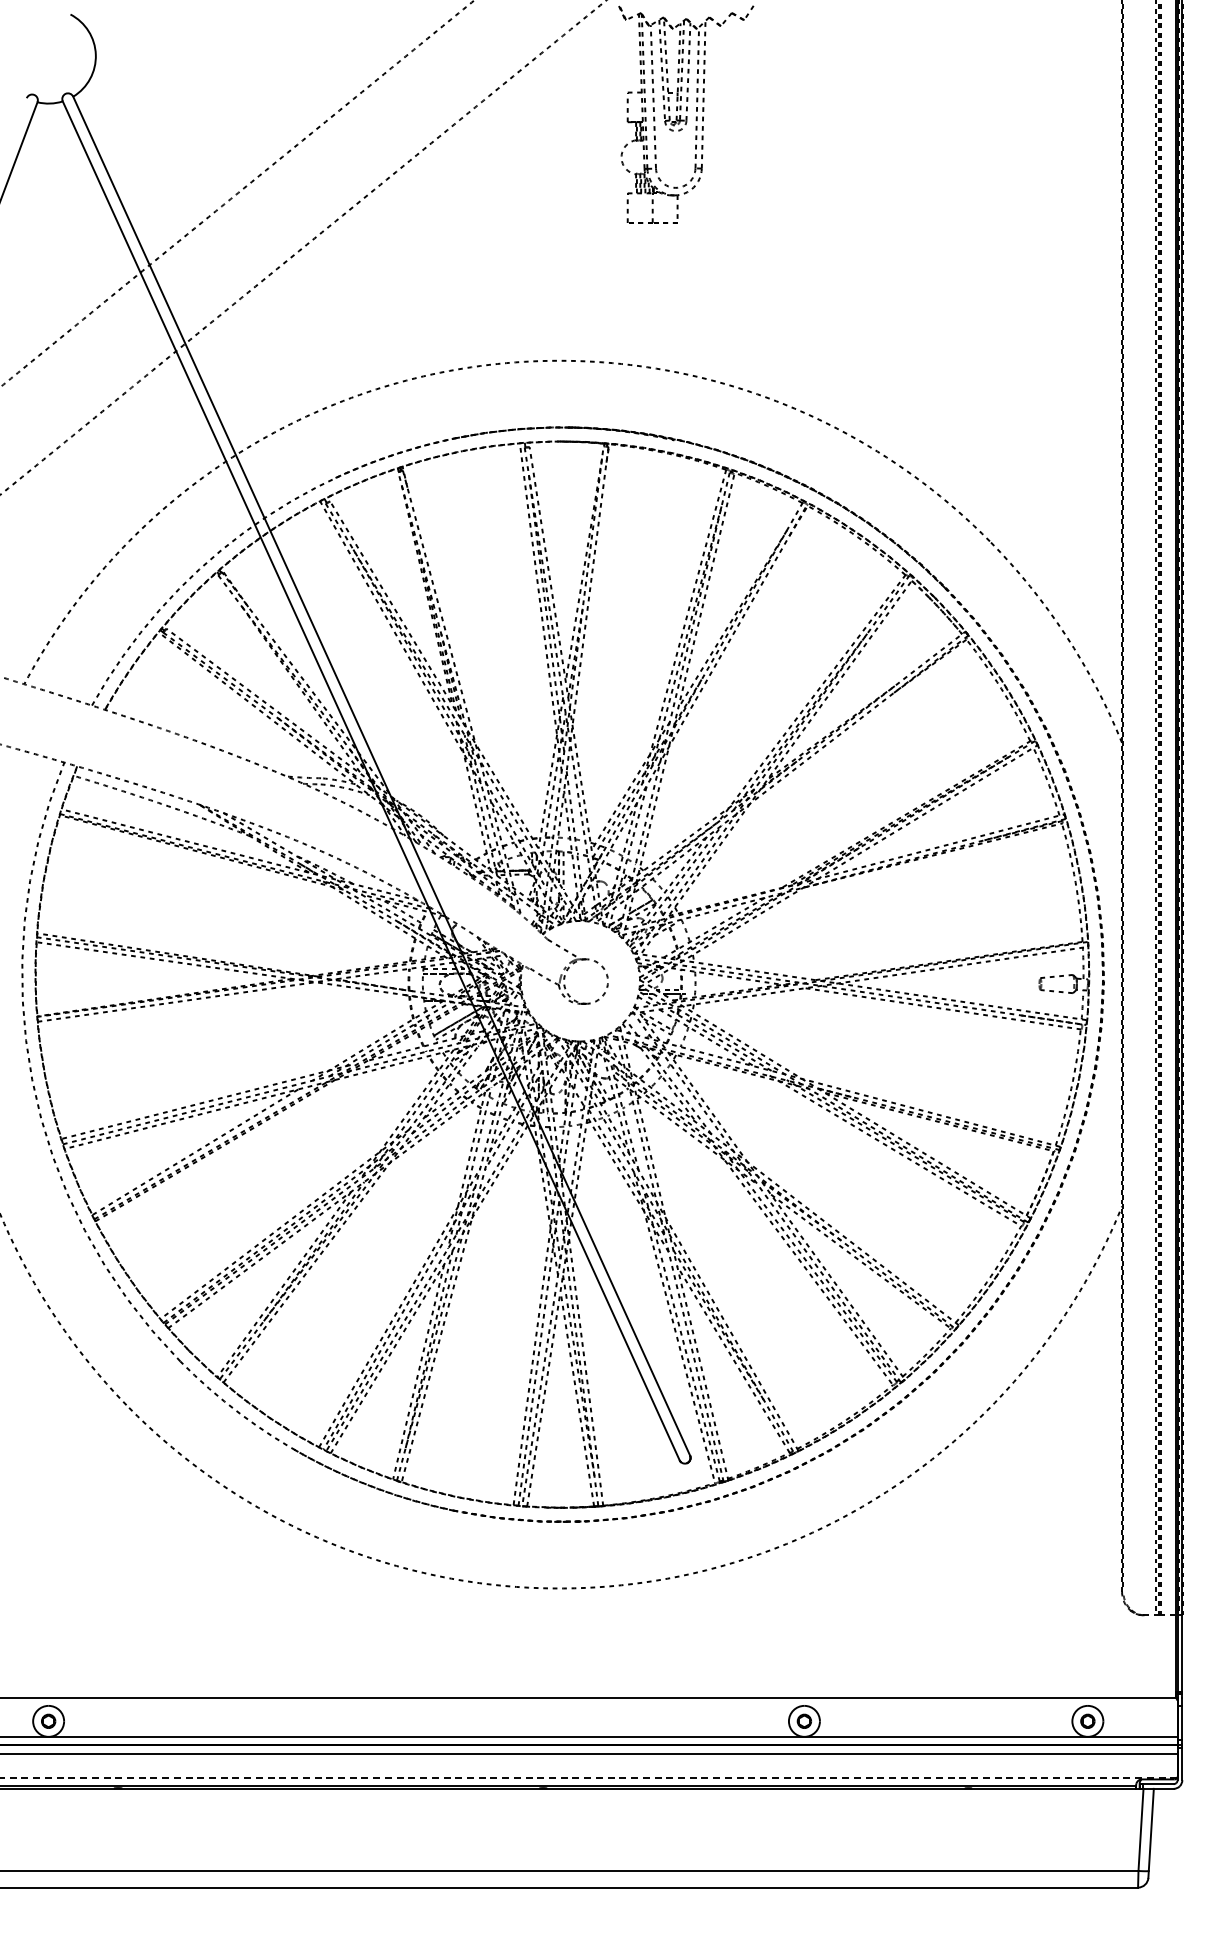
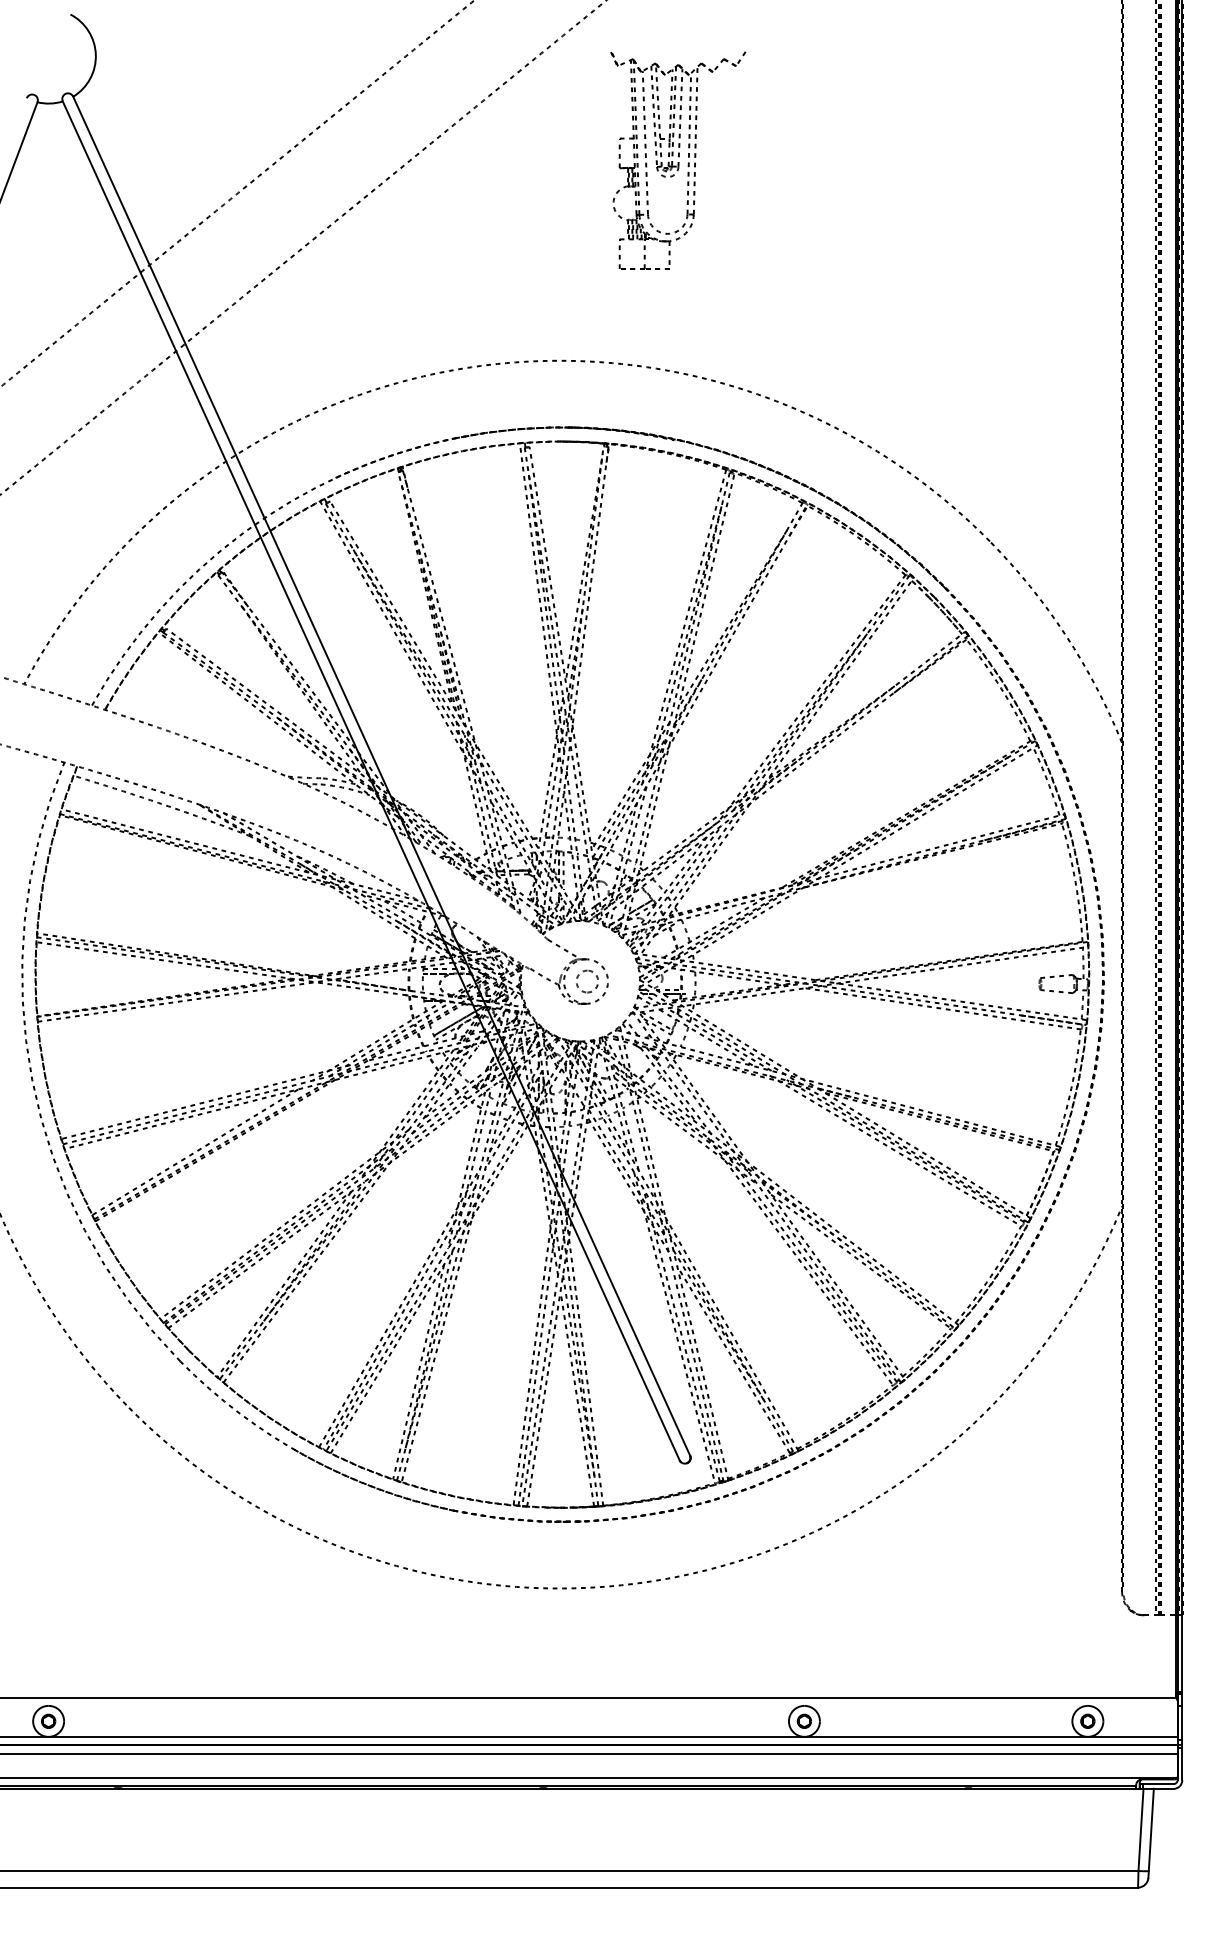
part at (686, 114) position: (686, 114) -> (678, 160)
part at (595, 976): none -> present
line at (588, 1777): dashed -> solid
